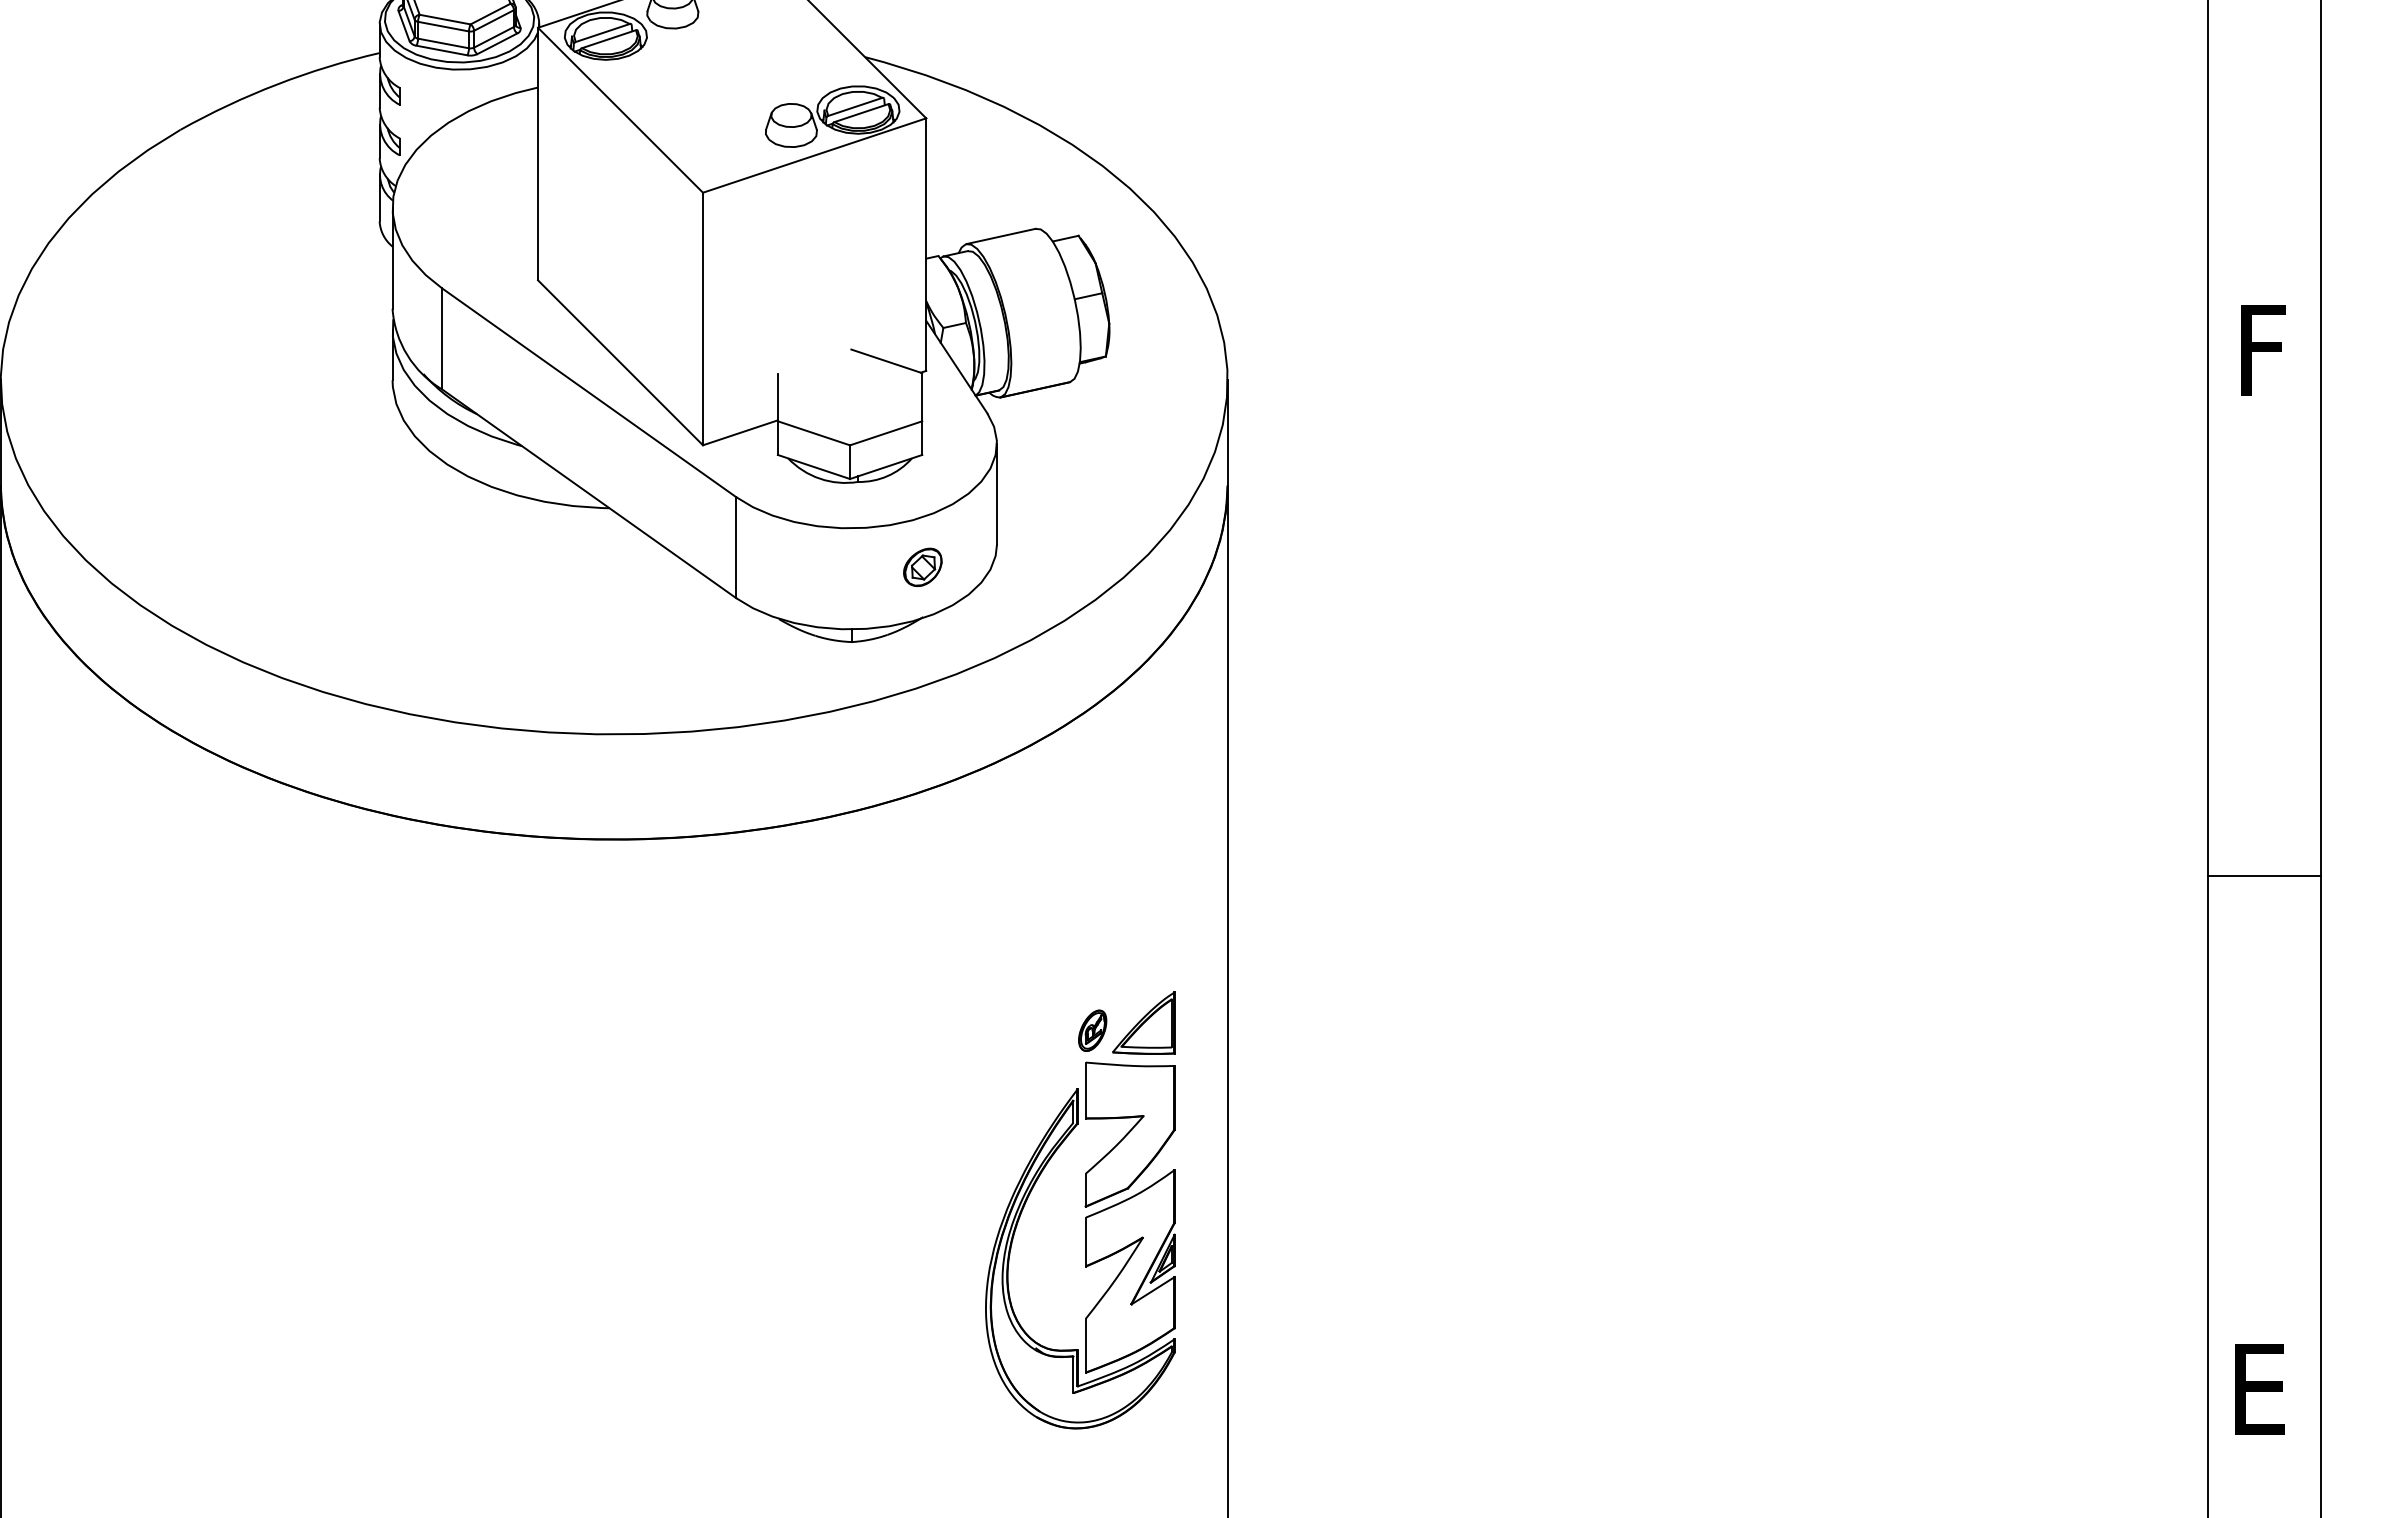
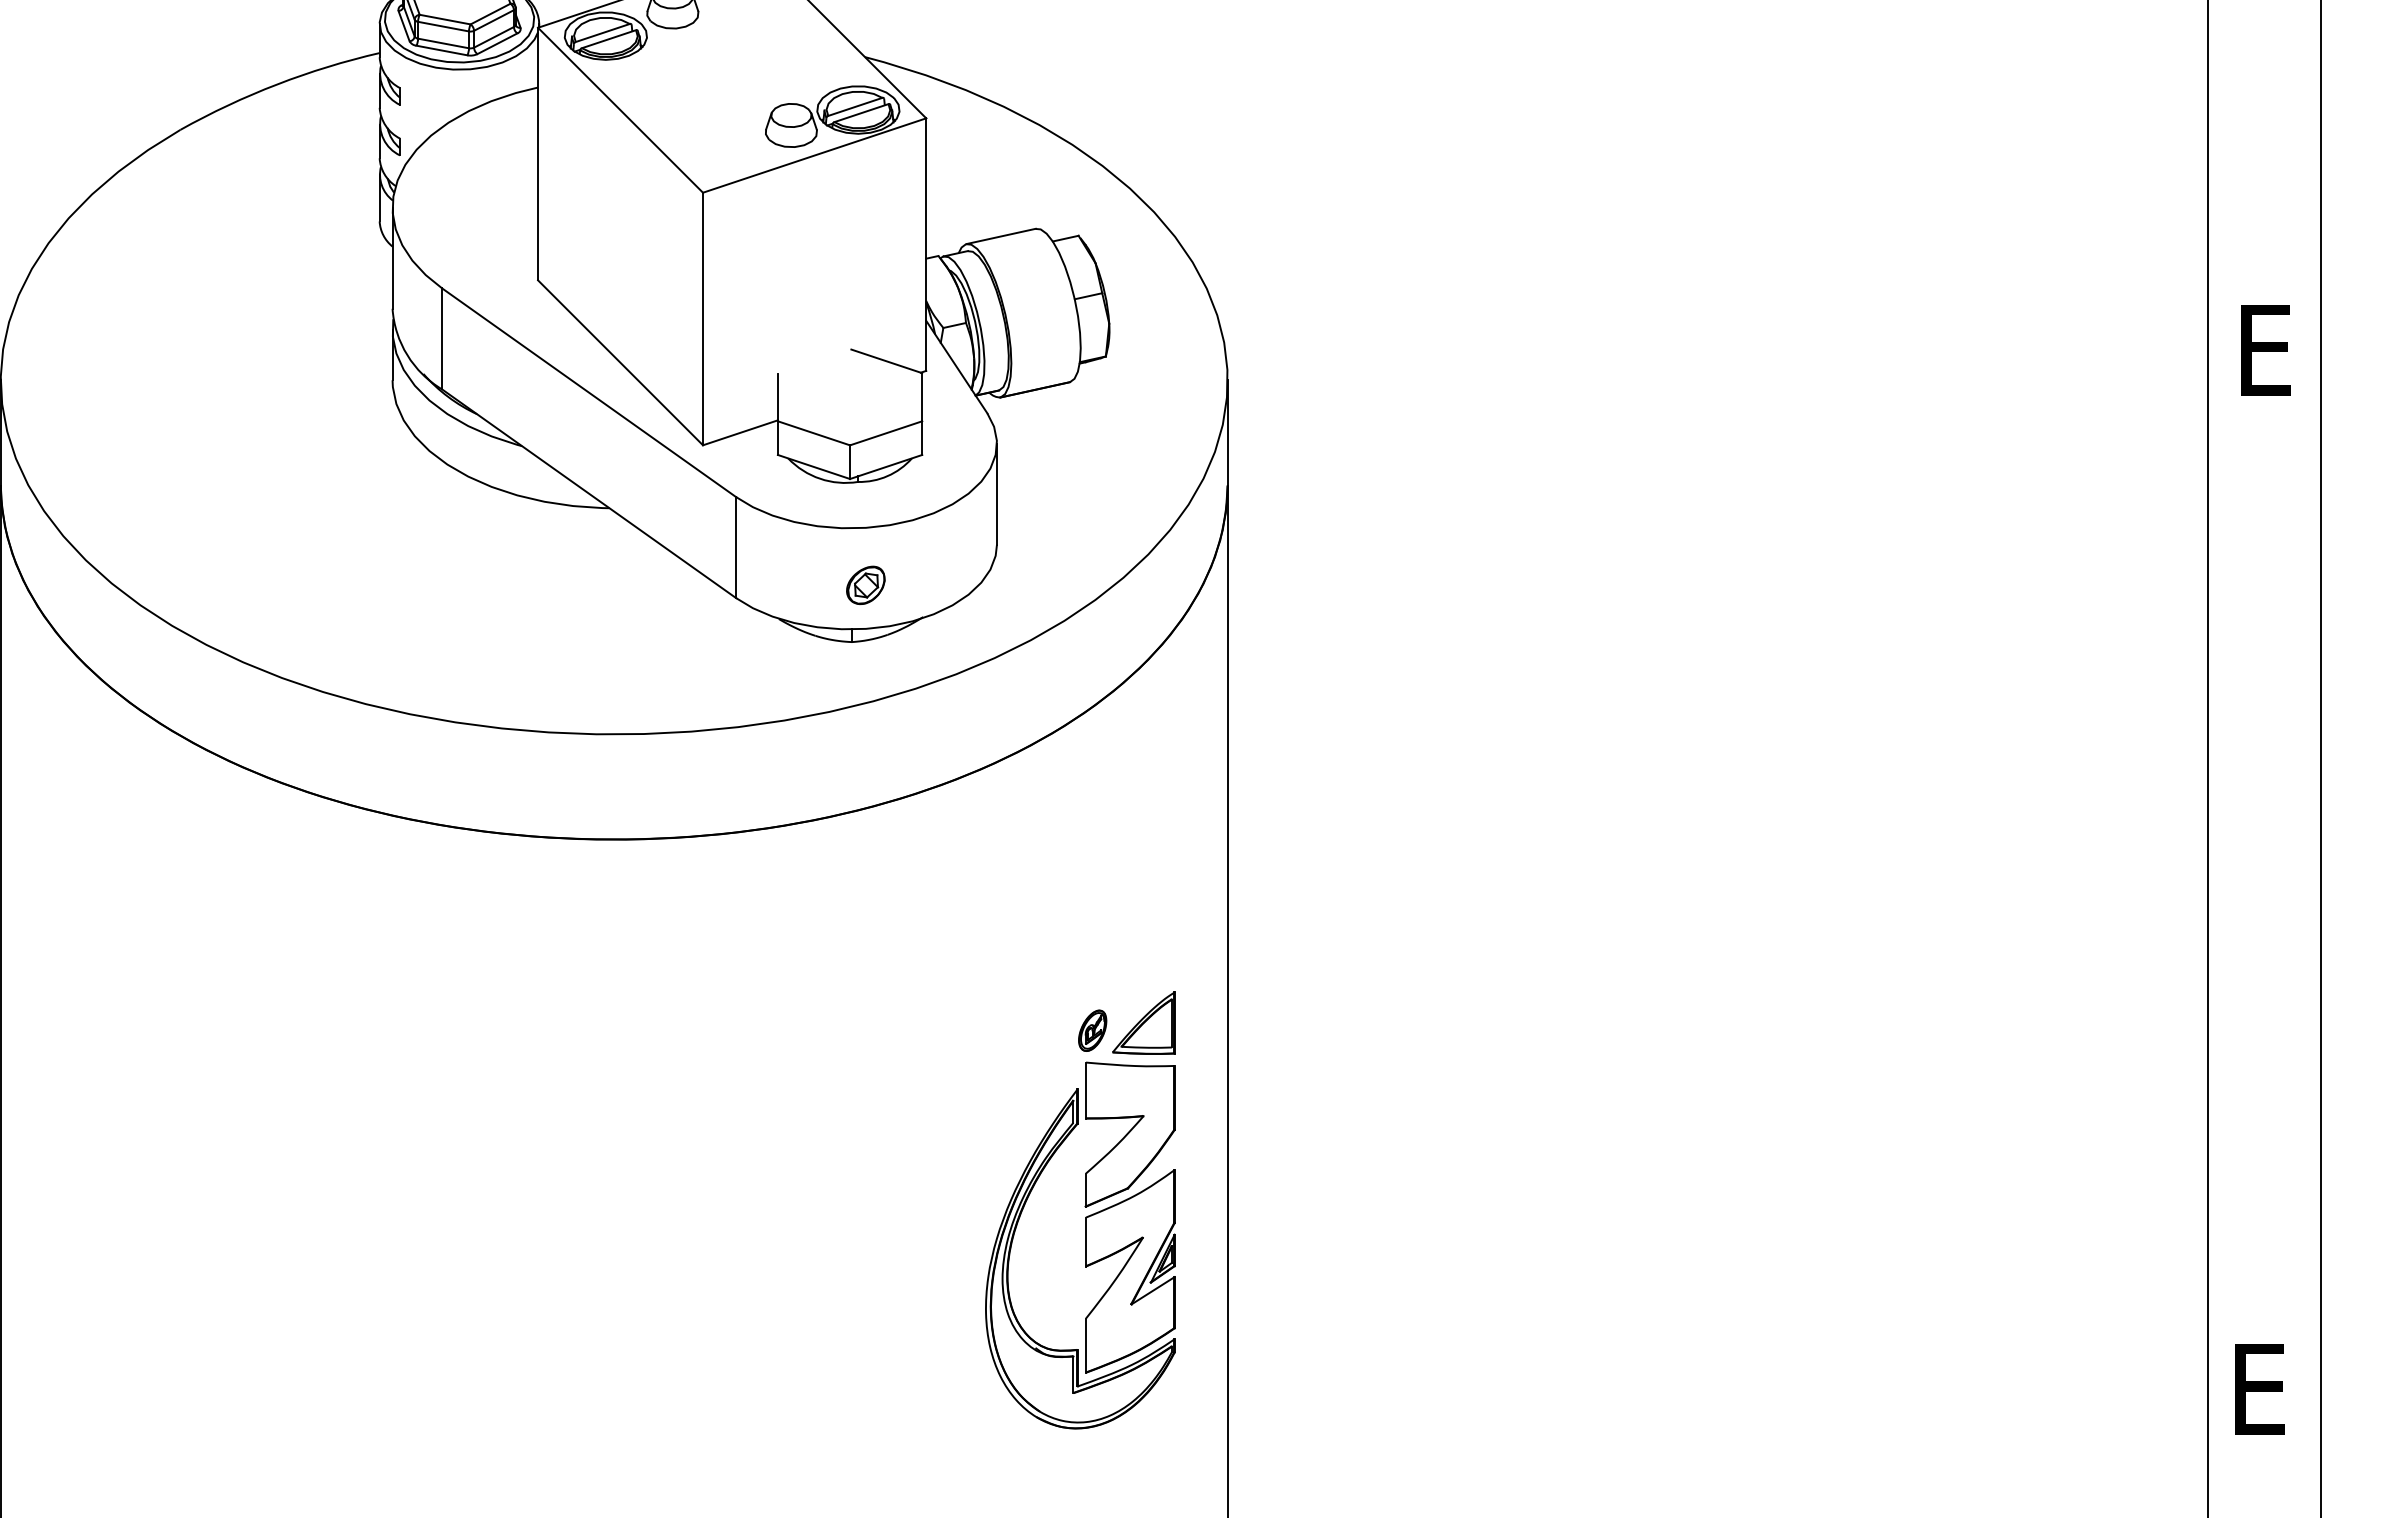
text at (2271, 350): F -> E
part at (922, 566) position: (922, 566) -> (865, 584)
line at (2264, 875): present -> none
